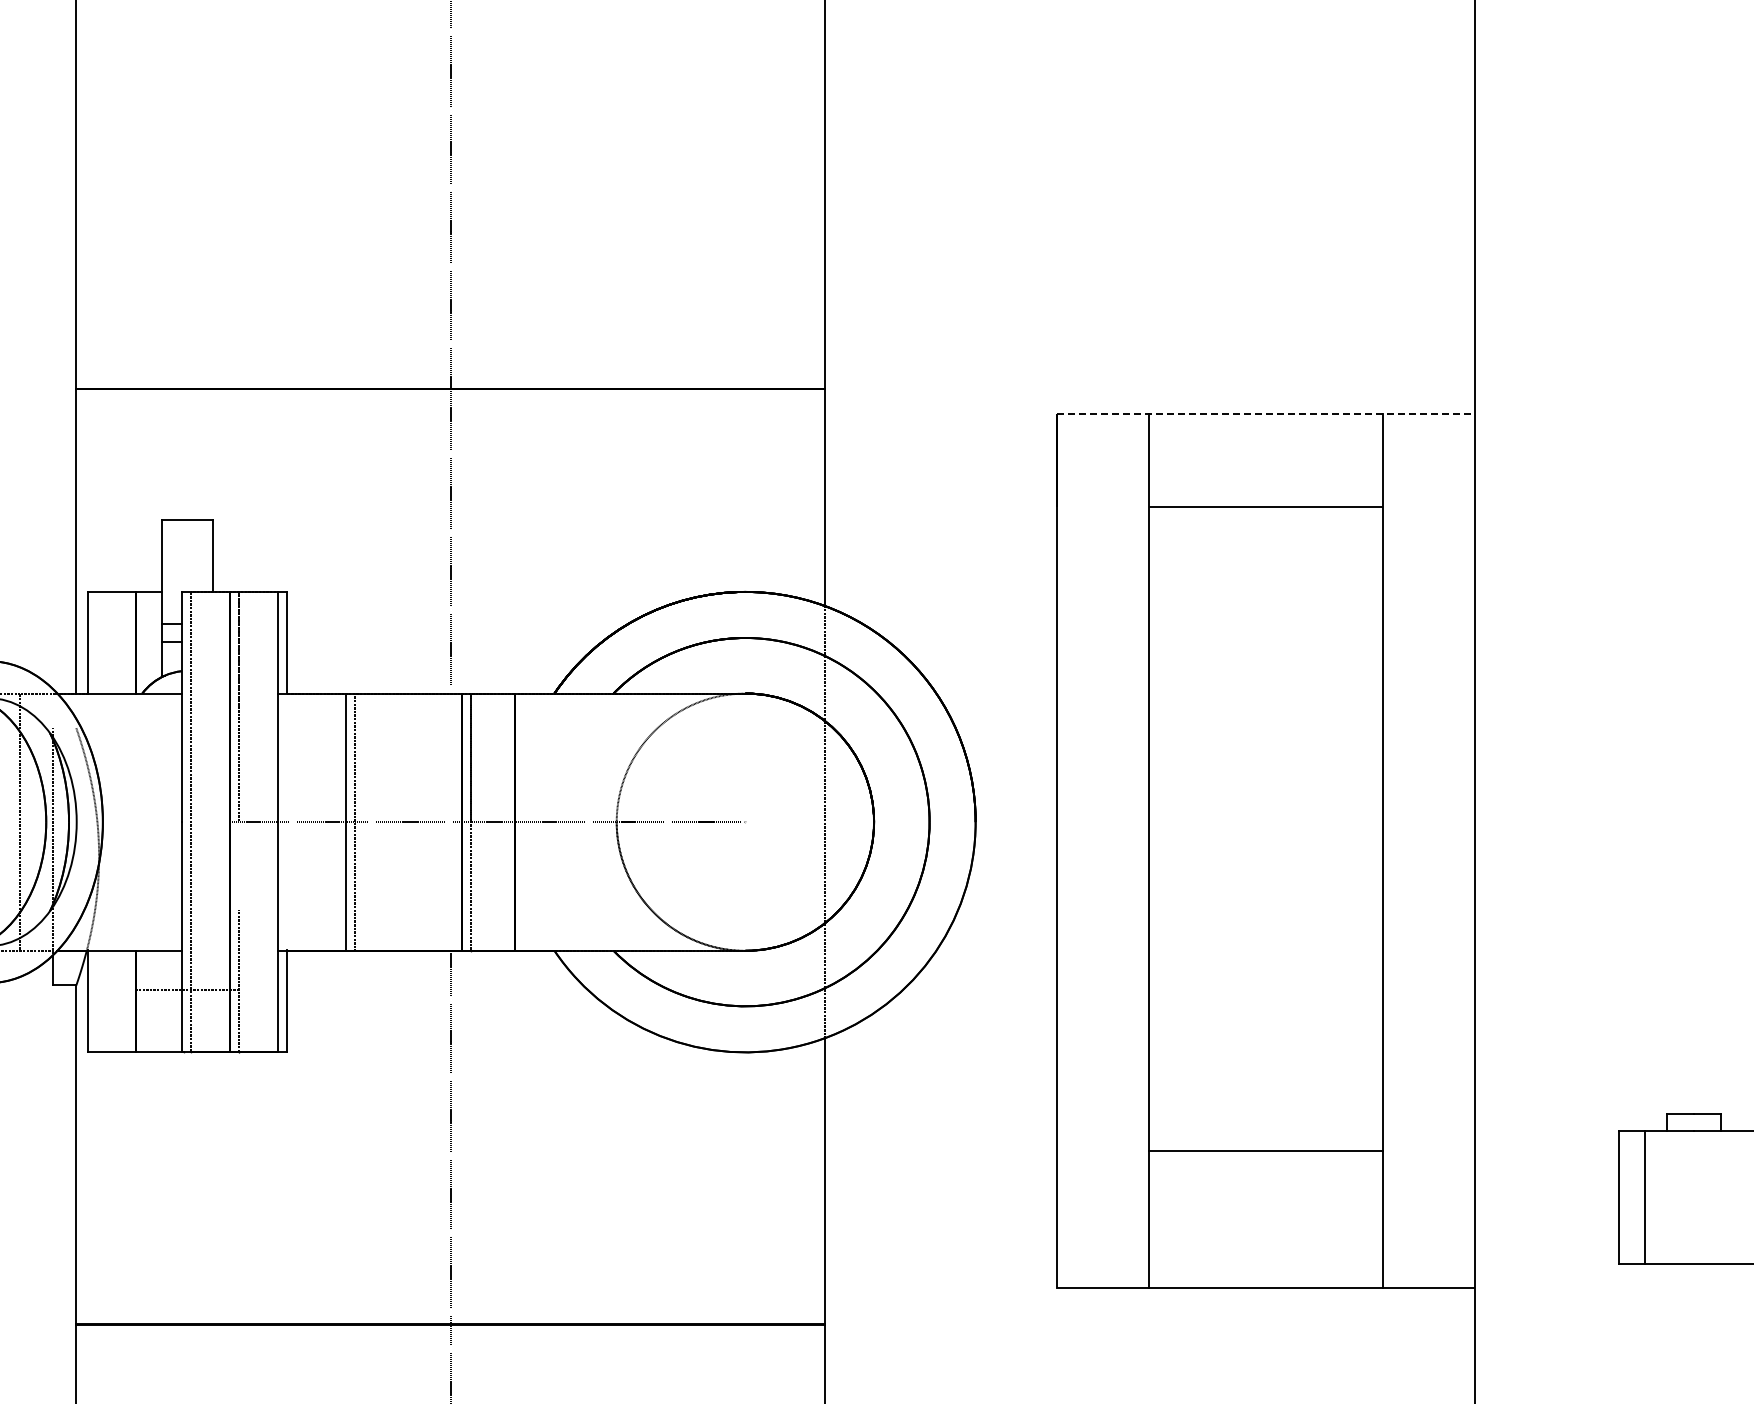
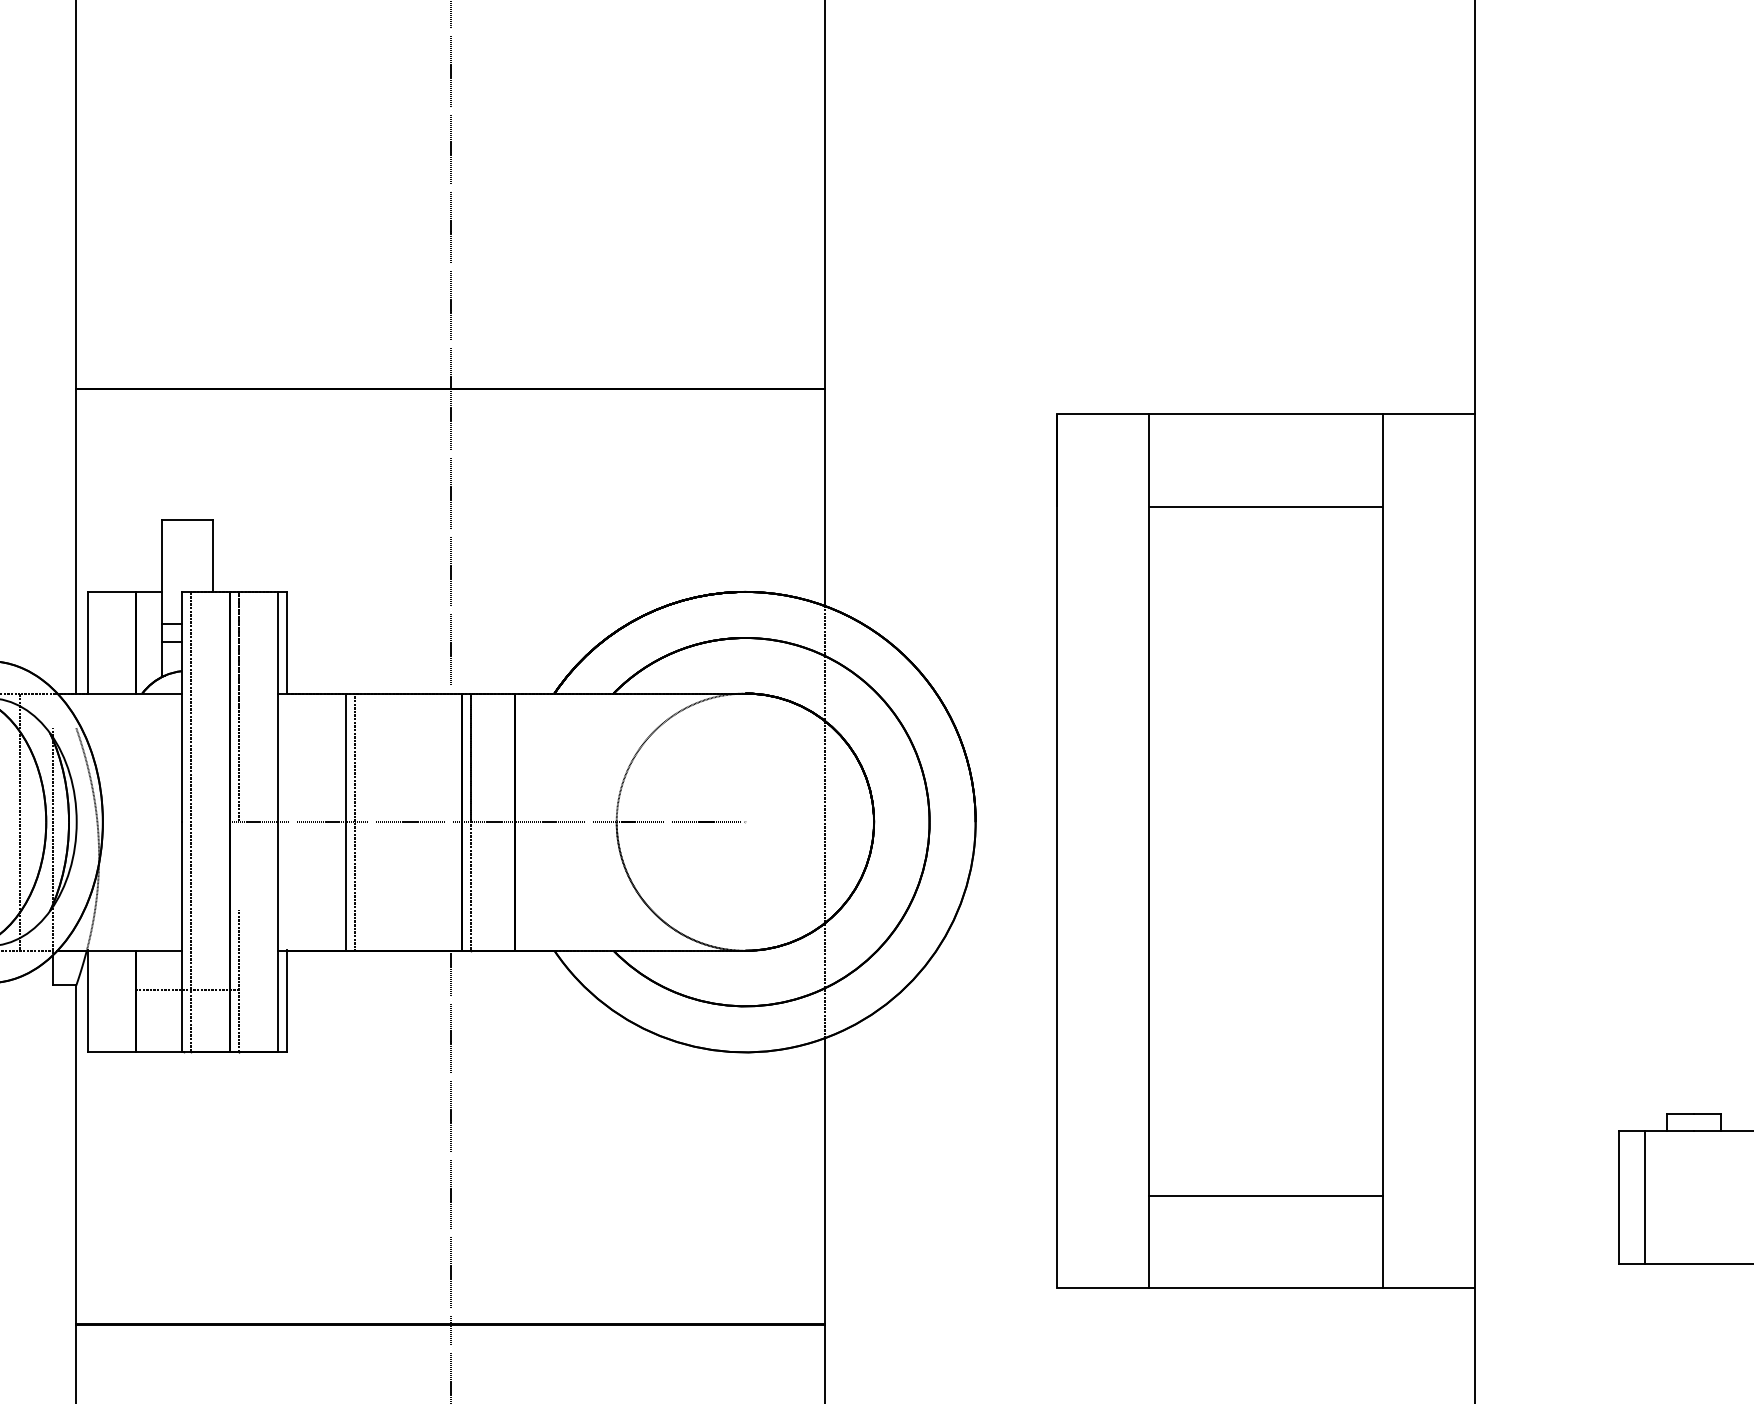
line at (1266, 414): dashed -> solid
line at (1265, 1150) position: (1265, 1150) -> (1265, 1195)
